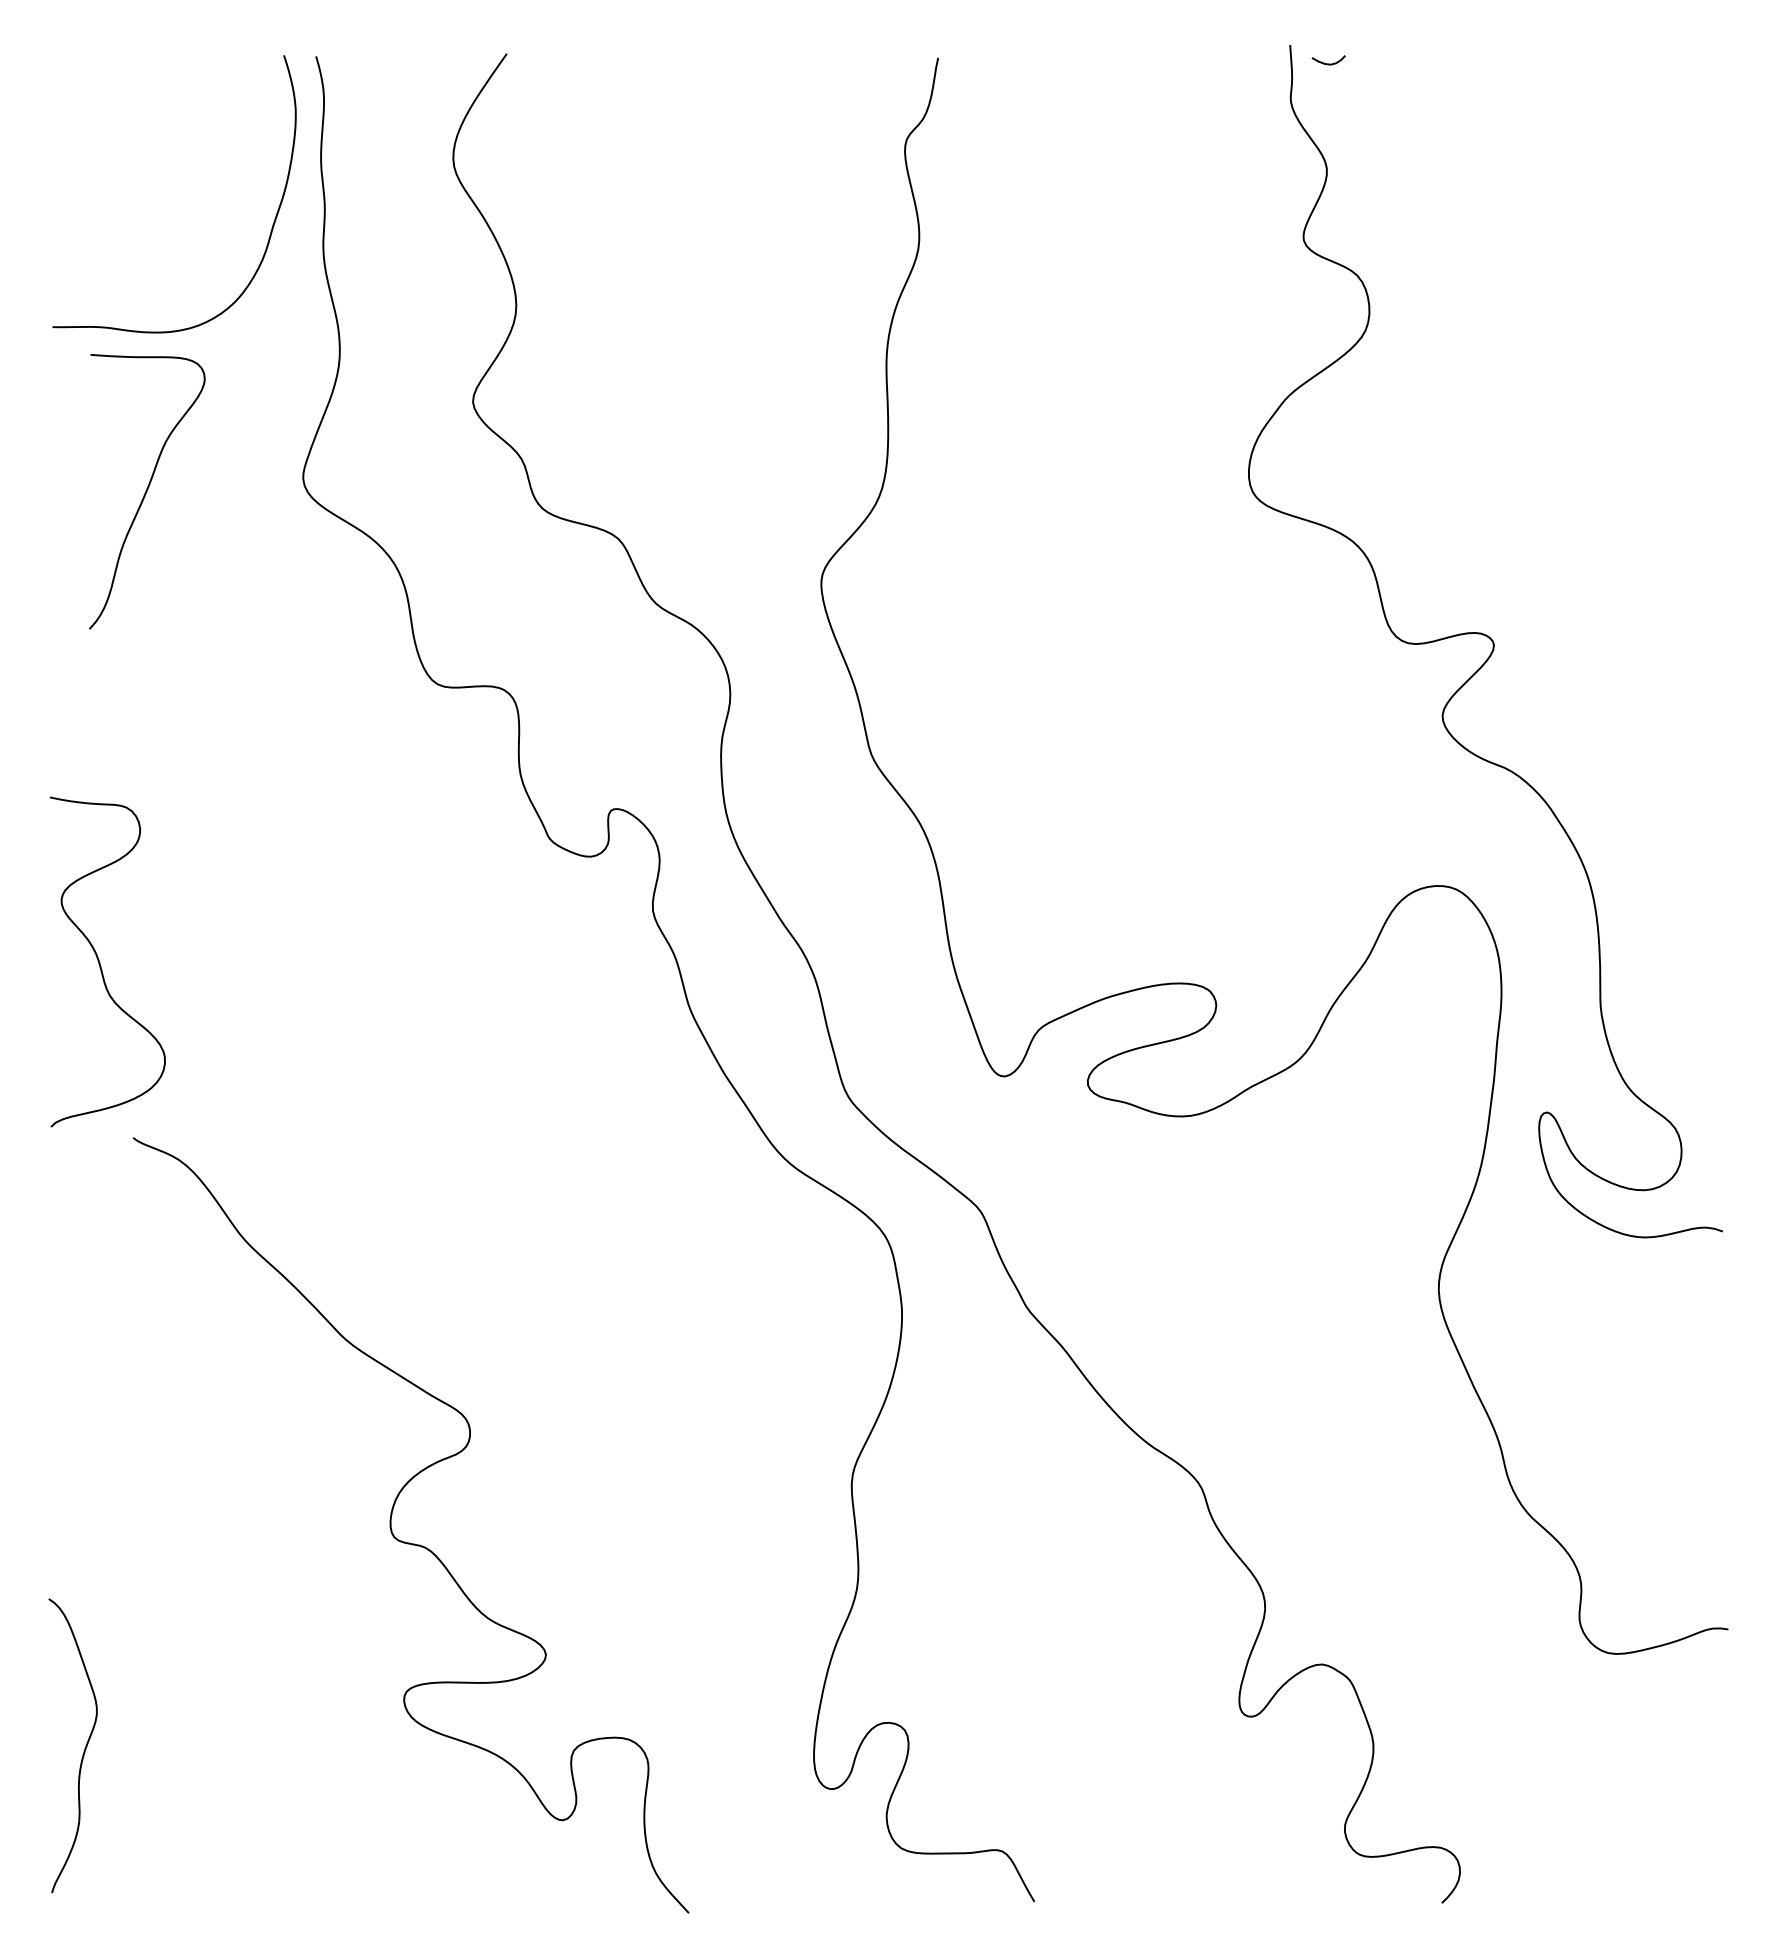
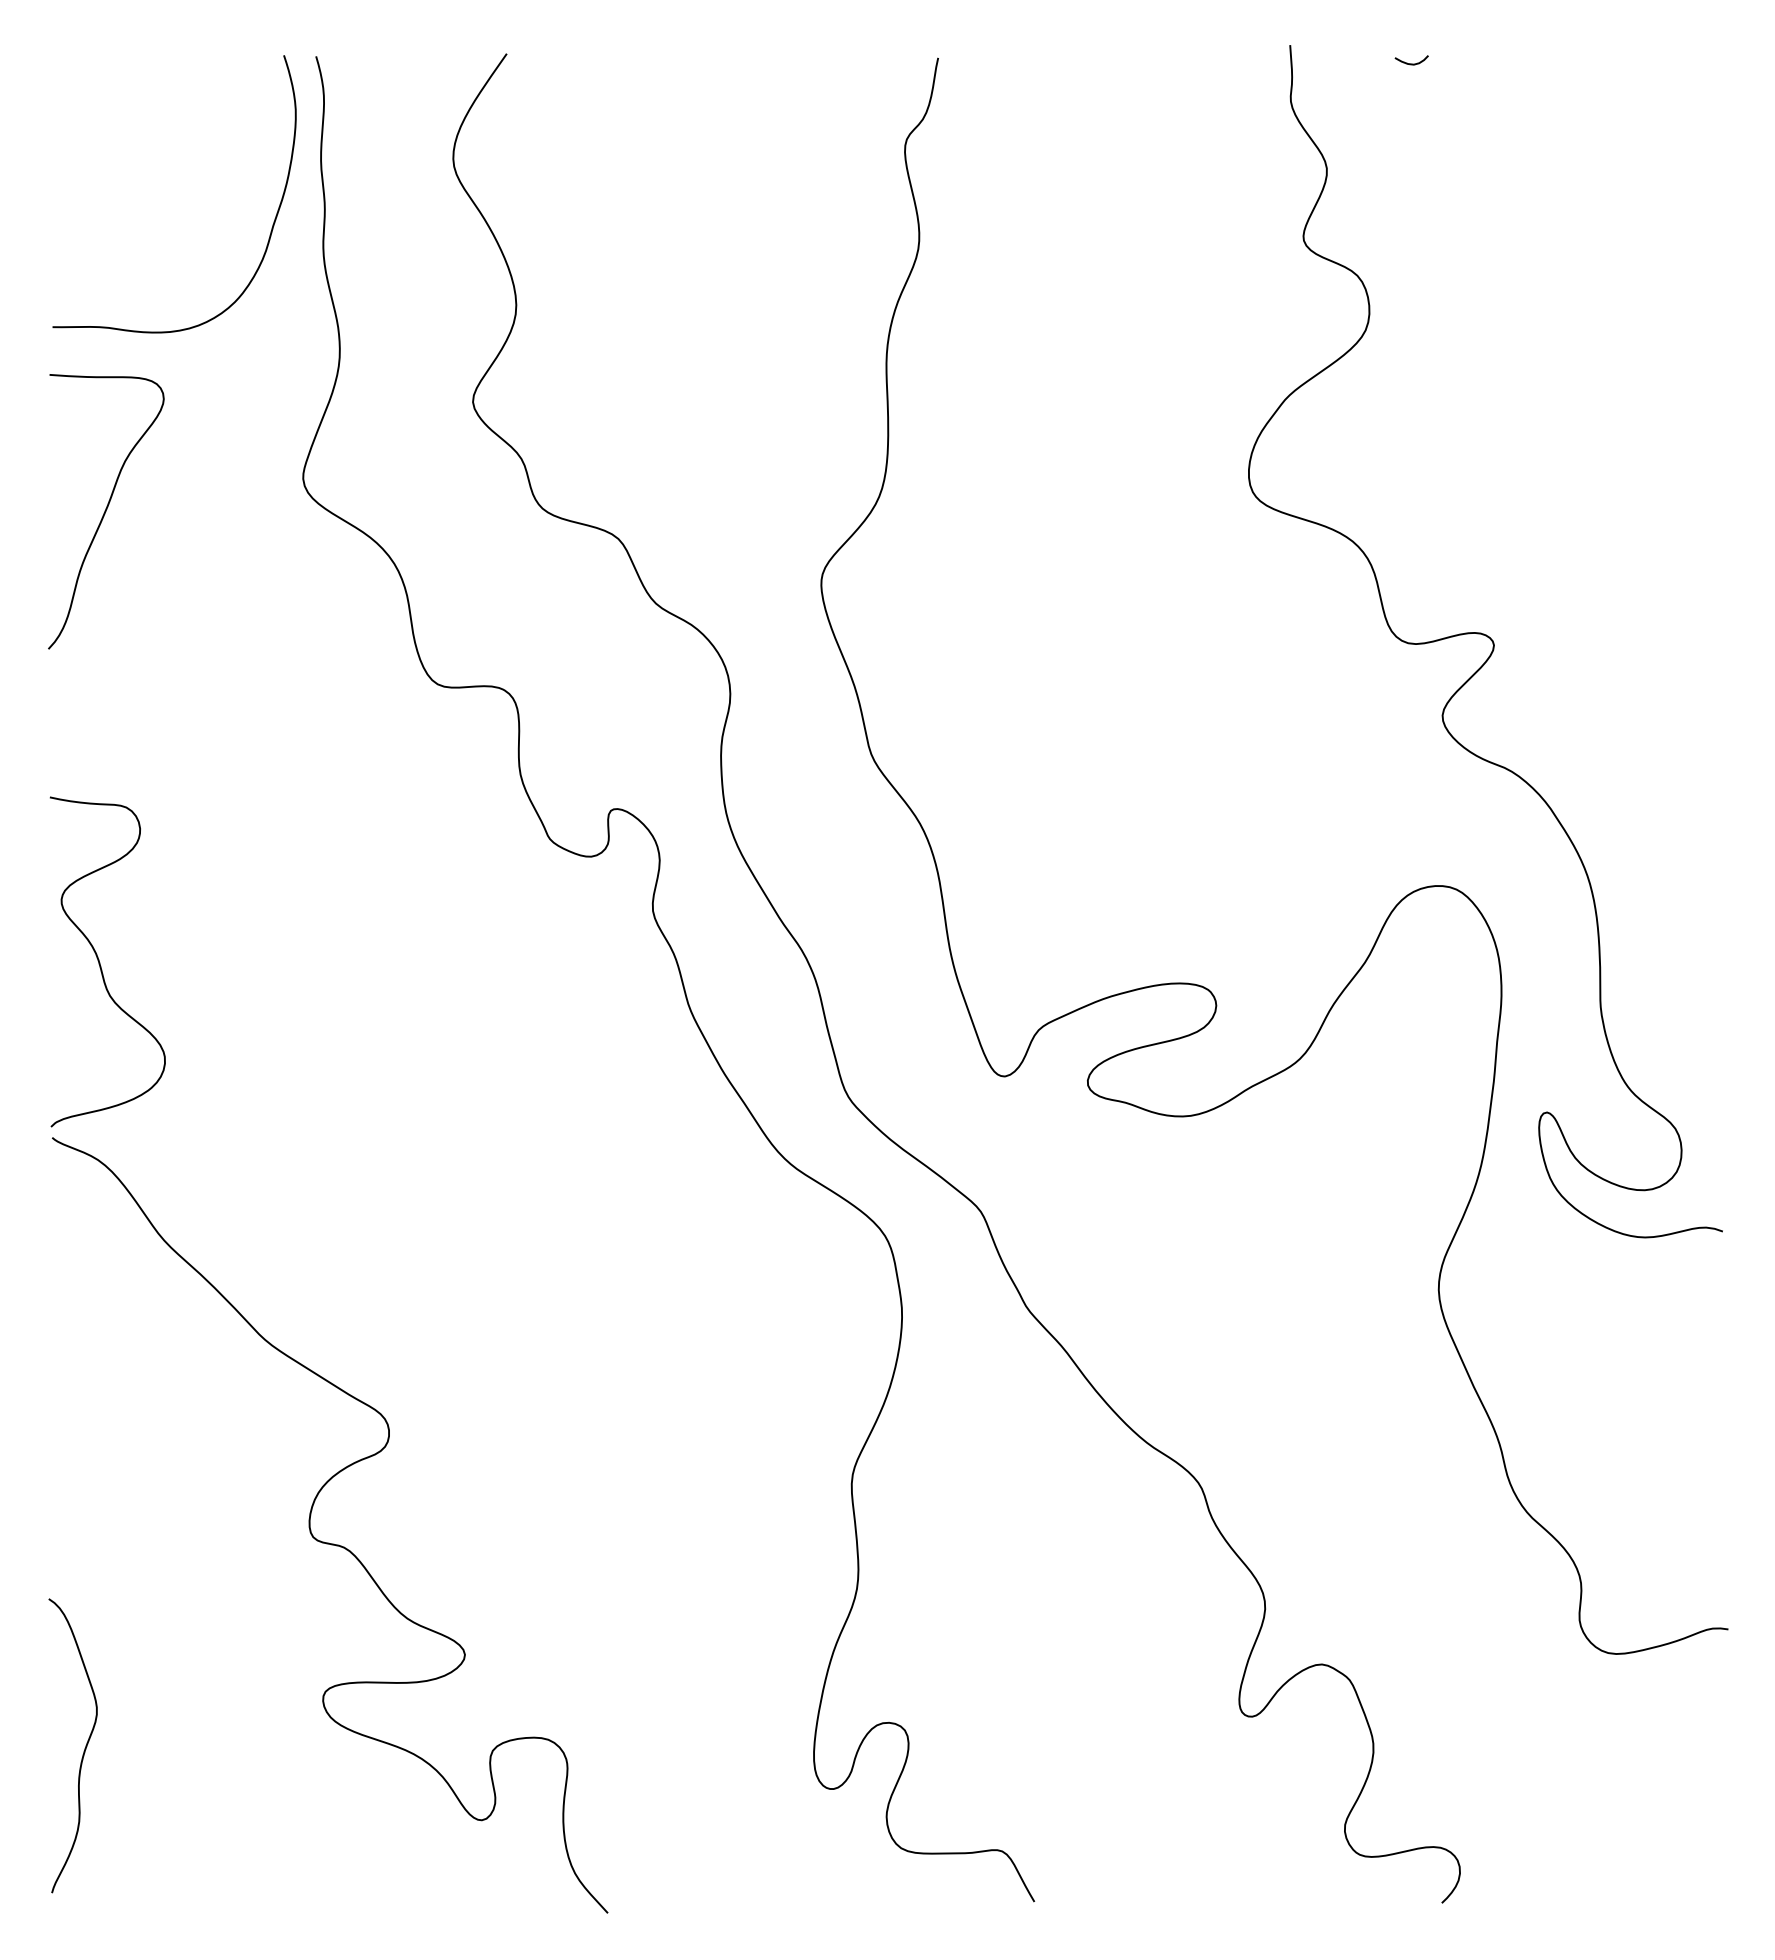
curve at (1328, 63) position: (1328, 63) -> (1411, 63)
curve at (147, 491) position: (147, 491) -> (106, 511)
curve at (410, 1542) position: (410, 1542) -> (329, 1542)
